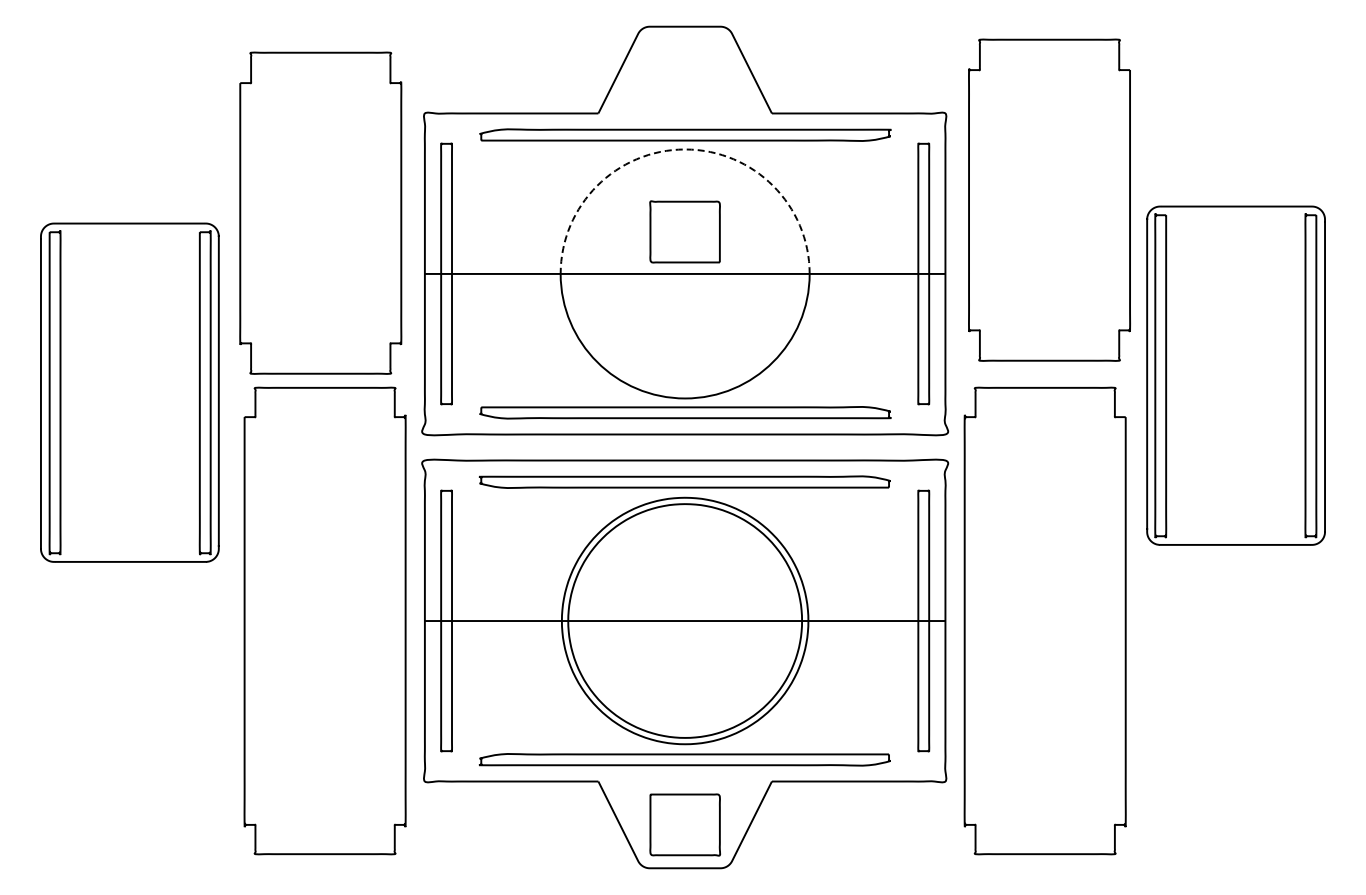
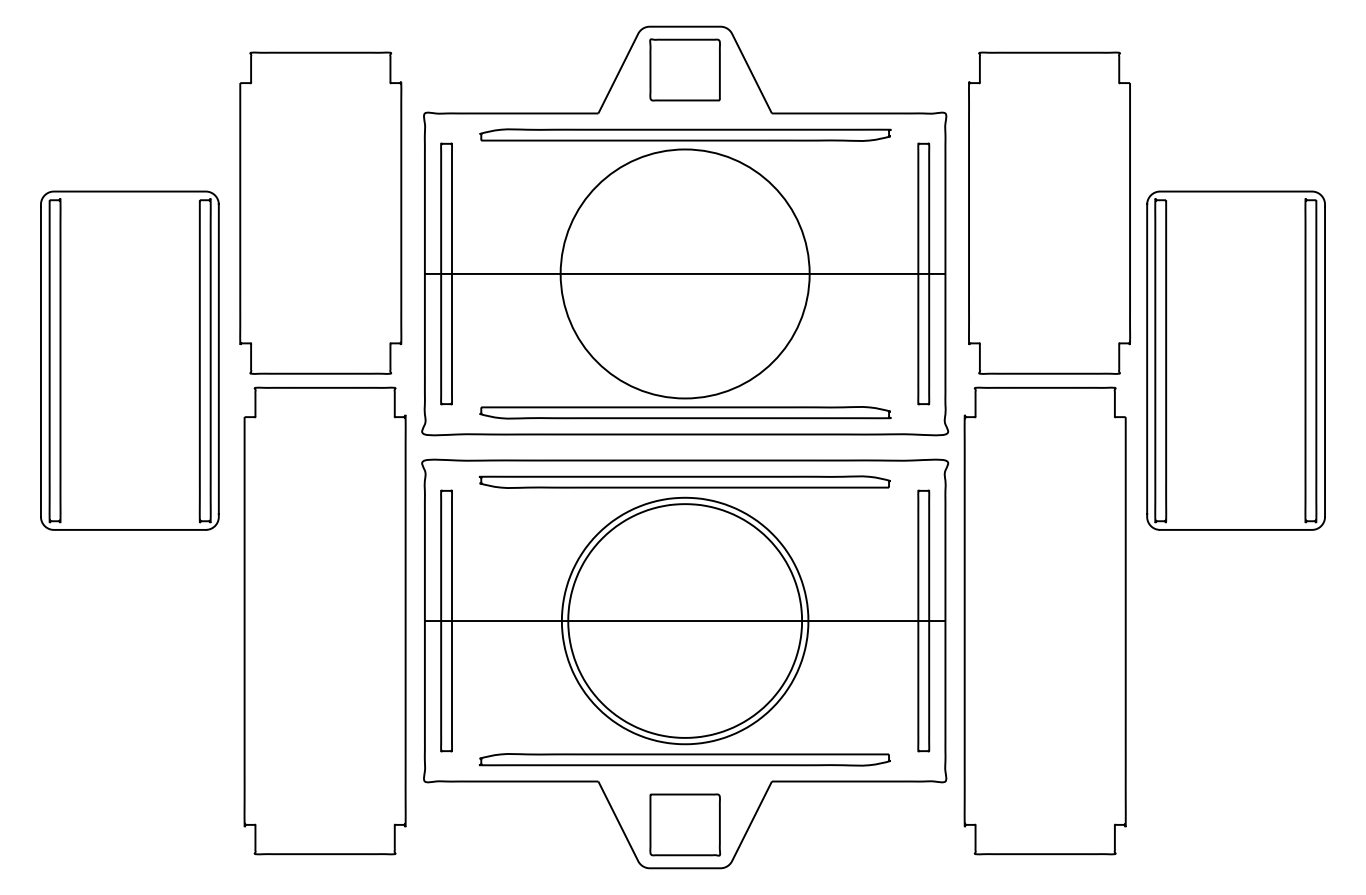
arc at (685, 149): dashed -> solid
part at (1049, 199) position: (1049, 199) -> (1049, 212)
part at (684, 231) position: (684, 231) -> (684, 69)
part at (1235, 375) position: (1235, 375) -> (1235, 360)
part at (129, 392) position: (129, 392) -> (129, 360)
